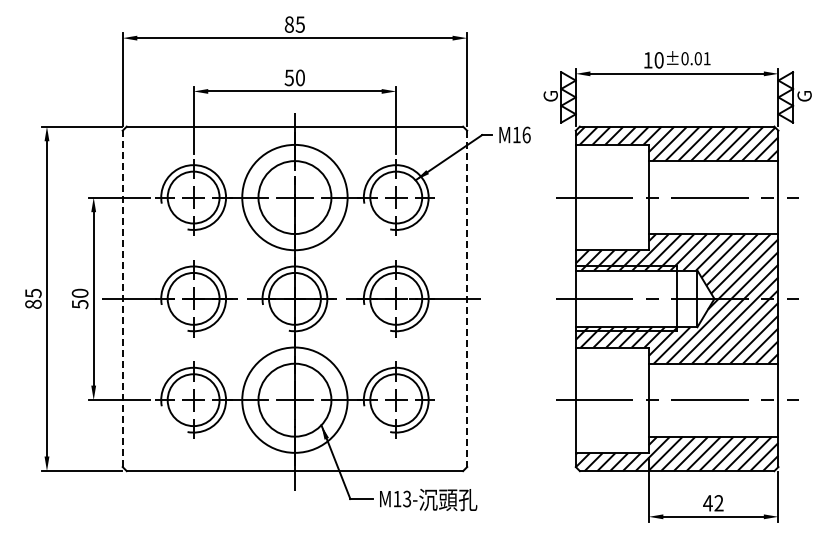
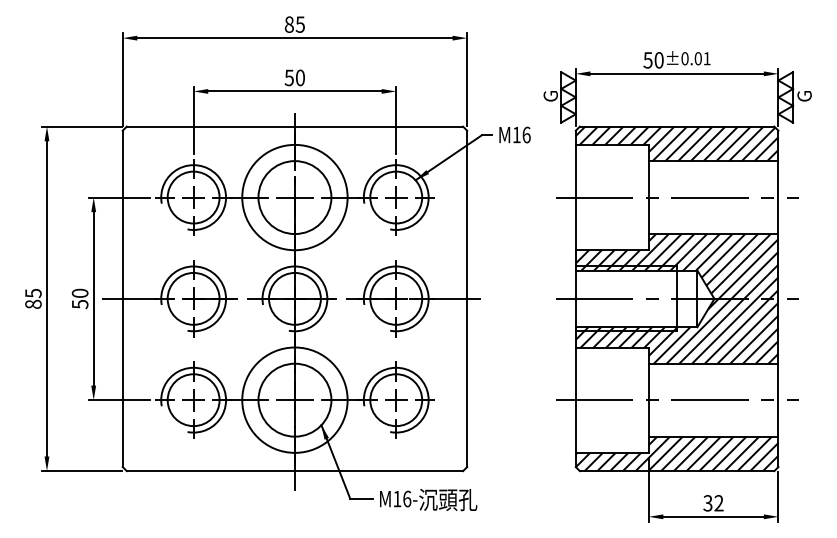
text at (647, 60): 10 -> 50
line at (122, 298): dashed -> solid
line at (467, 299): dashed -> solid
text at (407, 498): M13- -> M16-
text at (707, 503): 42 -> 32
